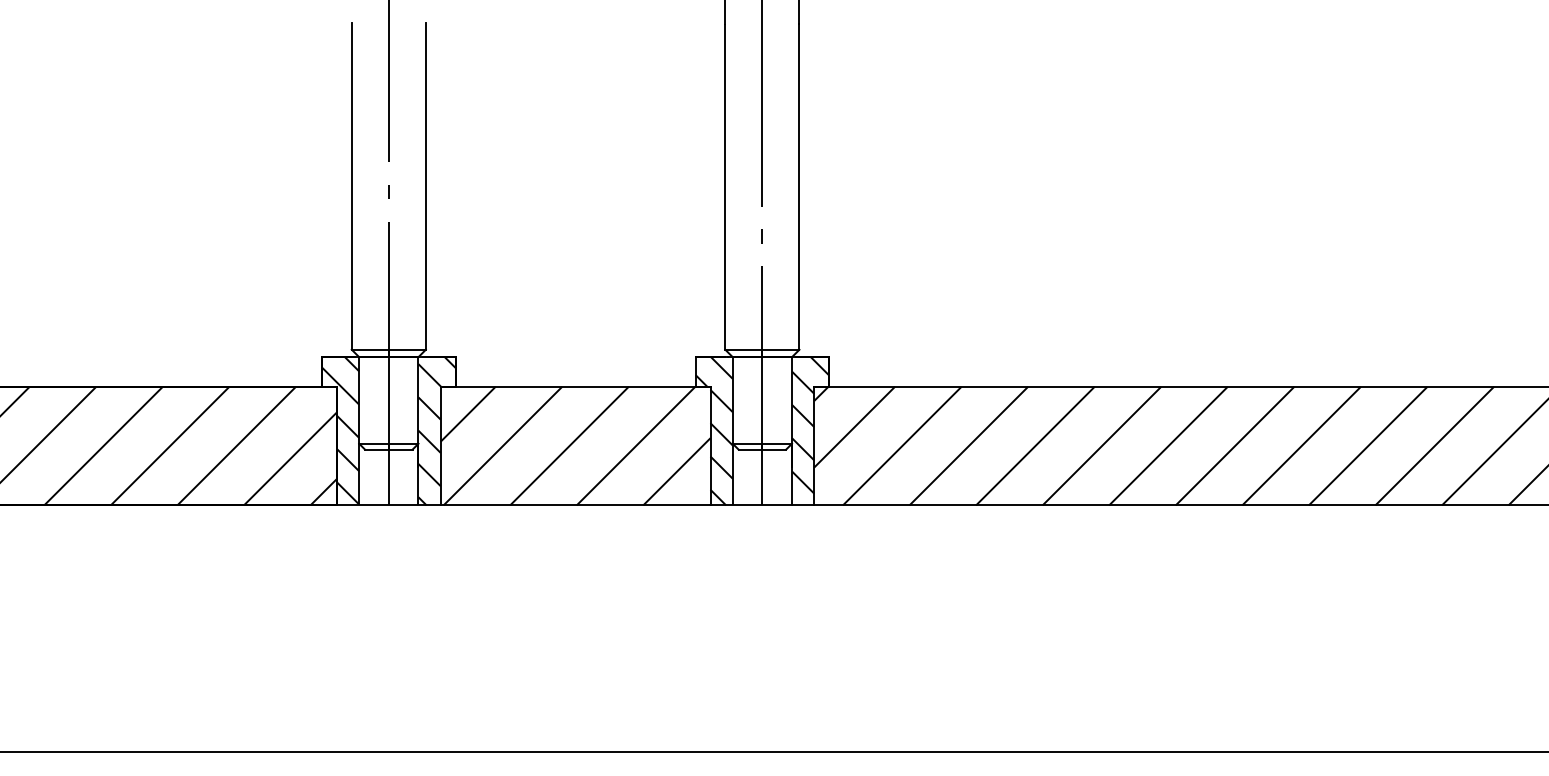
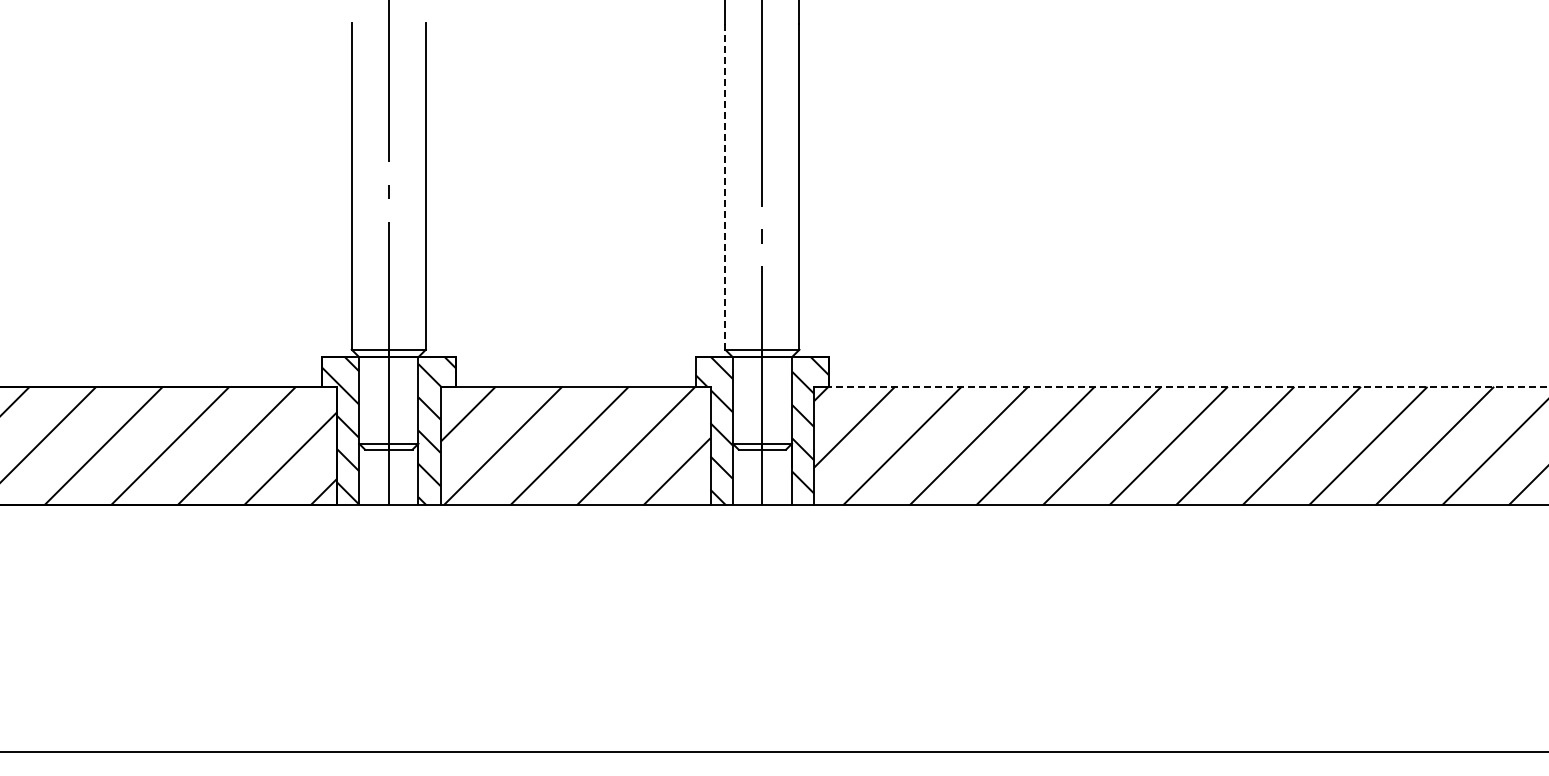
line at (725, 186): solid -> dashed
line at (1181, 386): solid -> dashed
